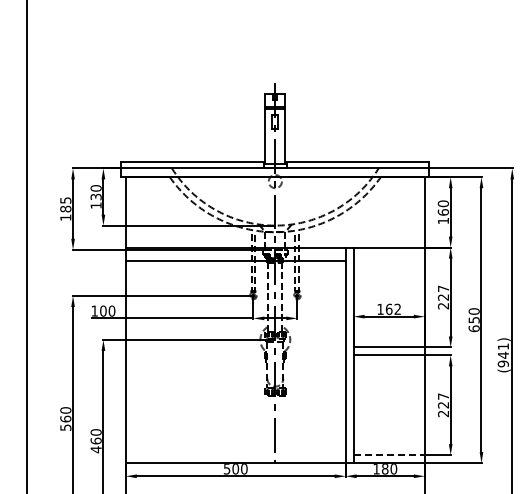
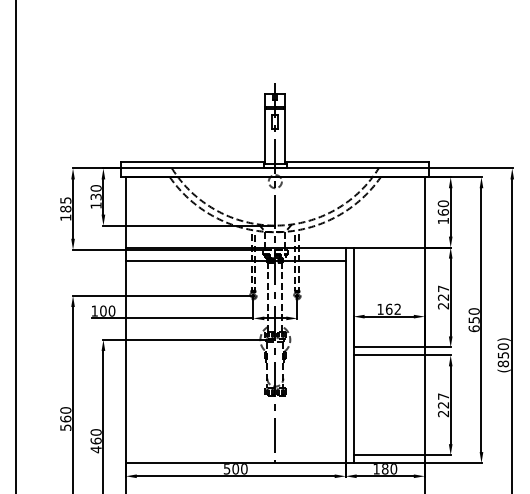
line at (26, 246) position: (26, 246) -> (15, 246)
text at (502, 355): (941) -> (850)
line at (389, 455): dashed -> solid
